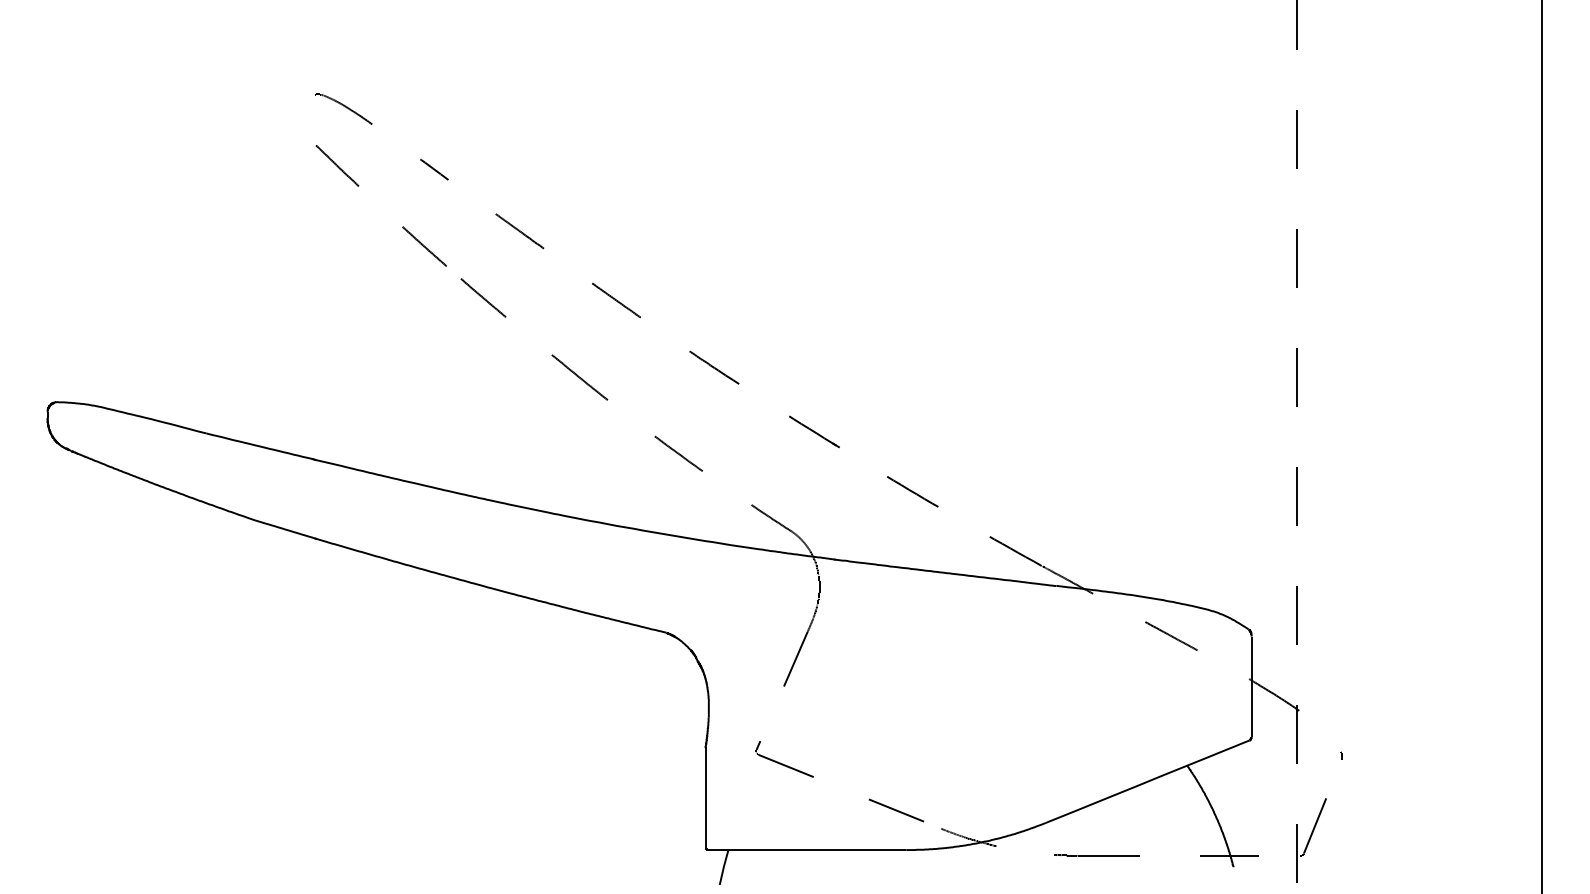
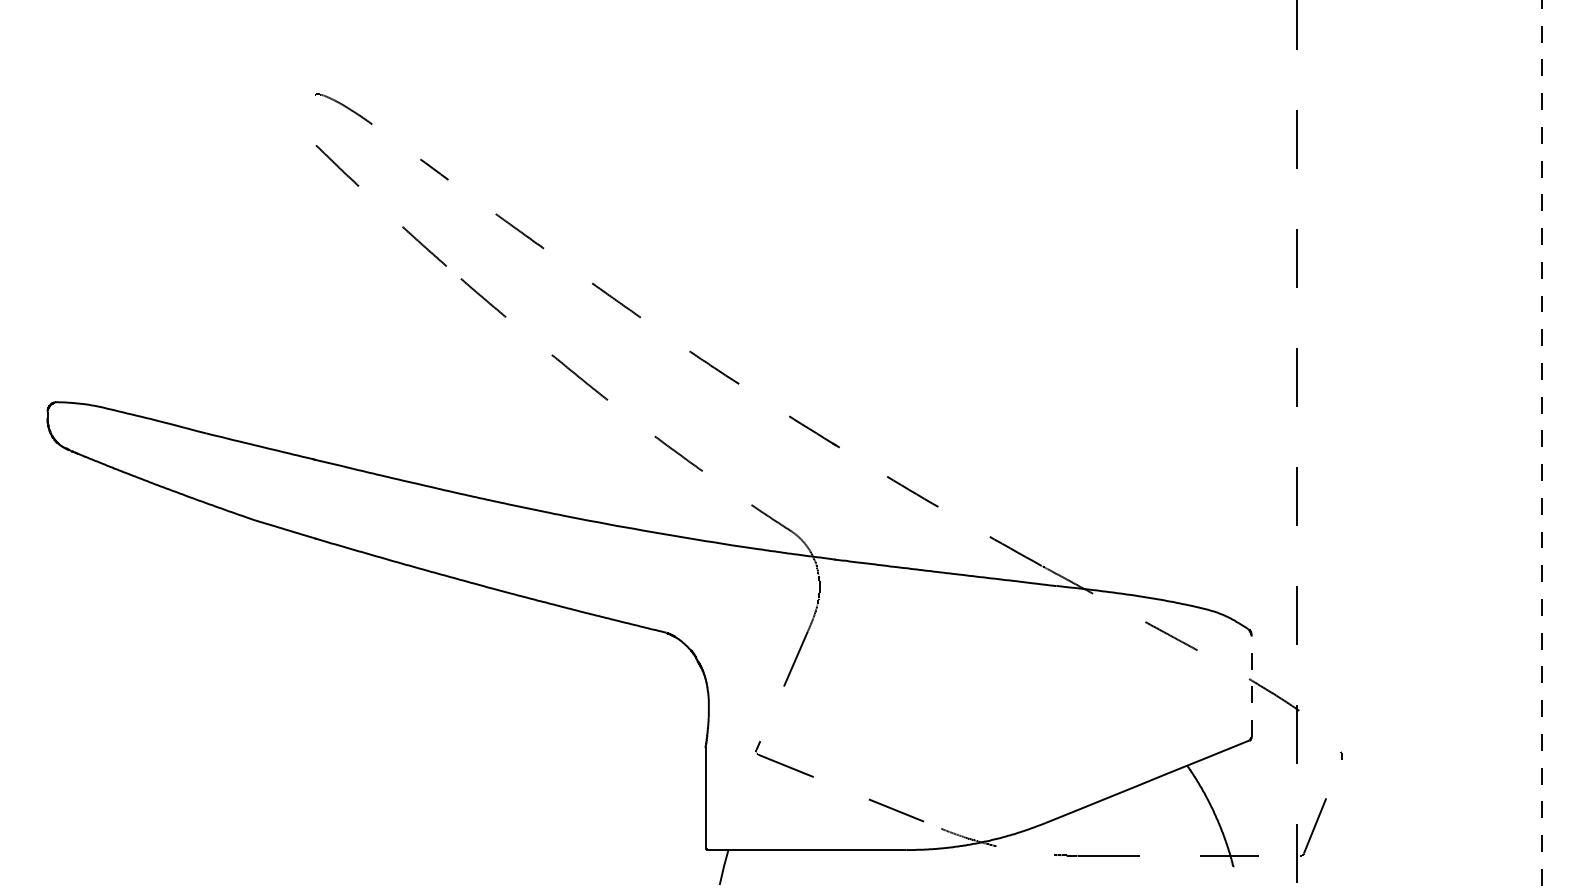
line at (1542, 447): solid -> dashed
line at (1251, 686): solid -> dashed
